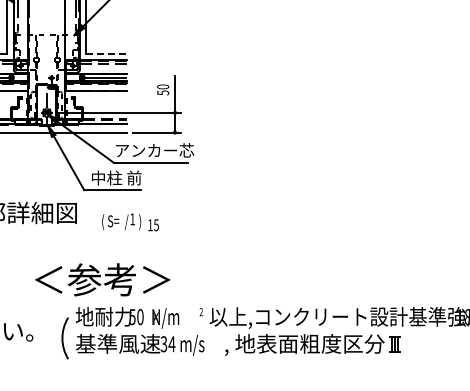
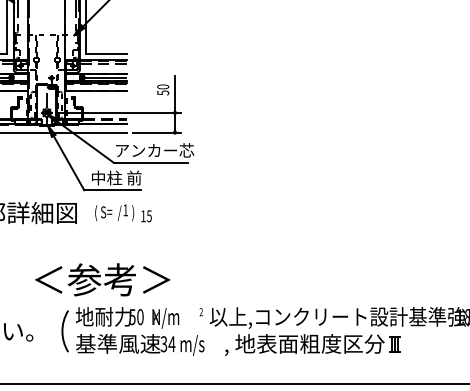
line at (107, 53): dashed -> solid
text at (130, 222) position: (130, 222) -> (123, 213)
arc at (63, 338) position: (63, 338) -> (63, 331)
line at (234, 384): none -> present
